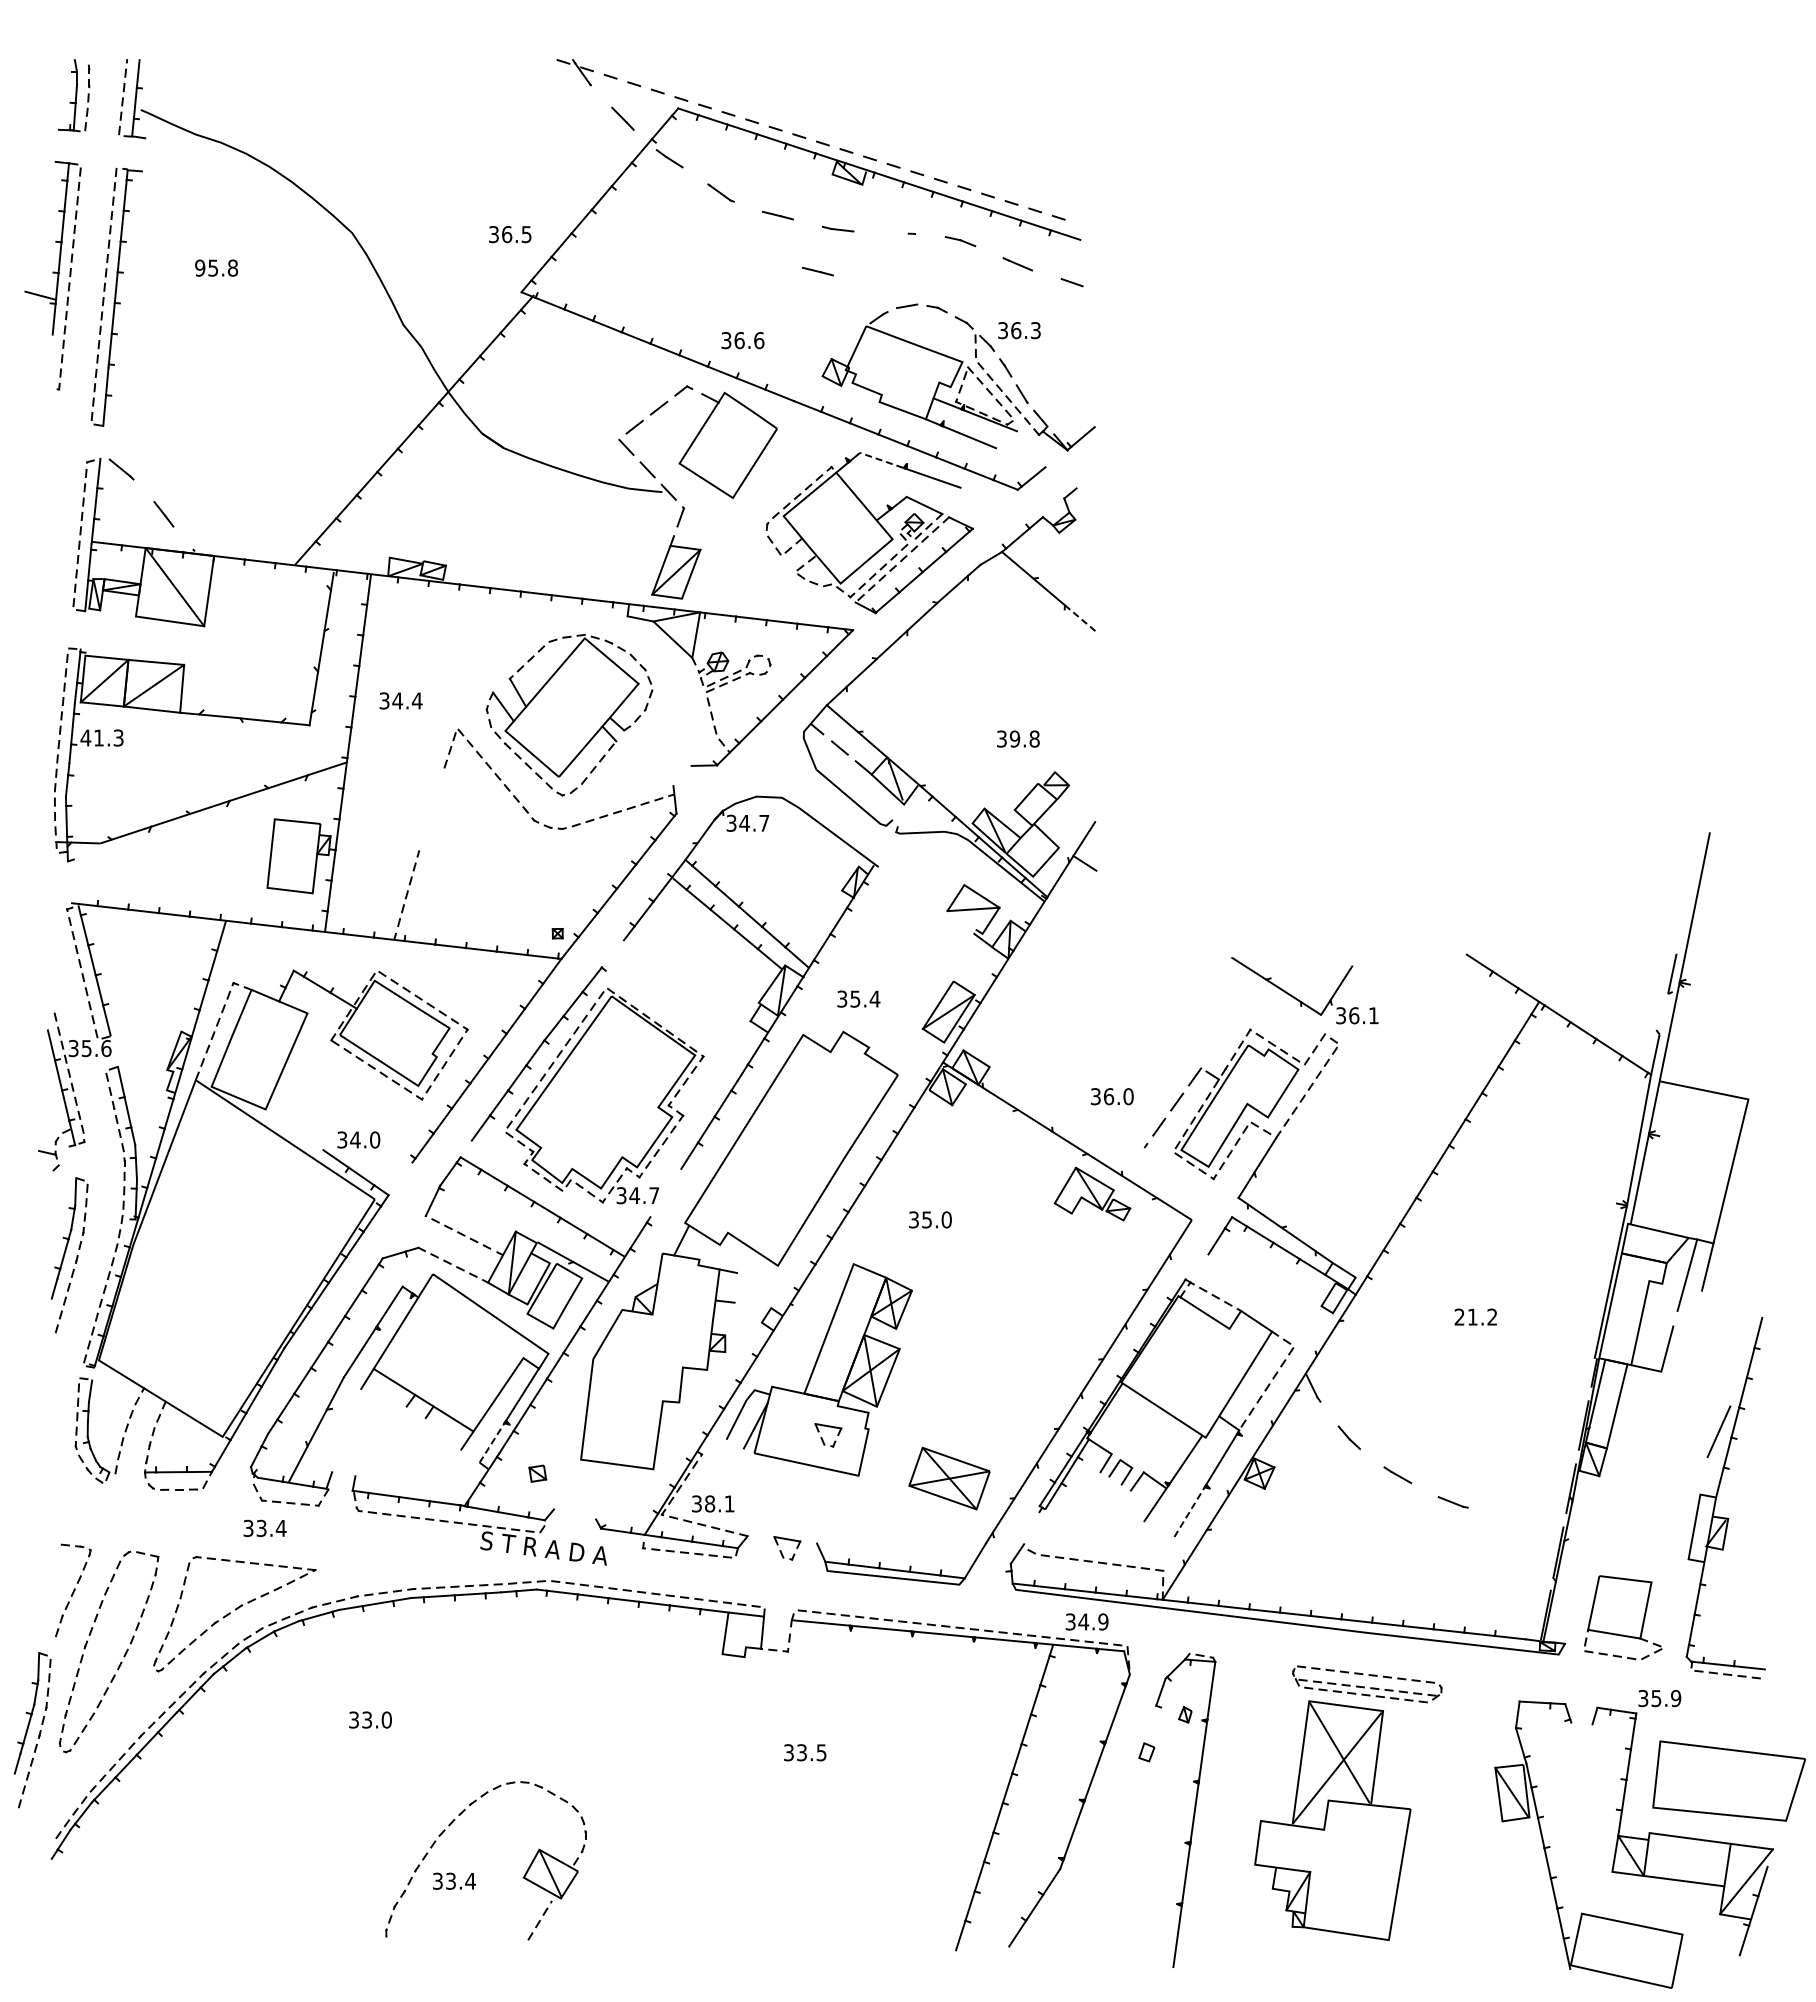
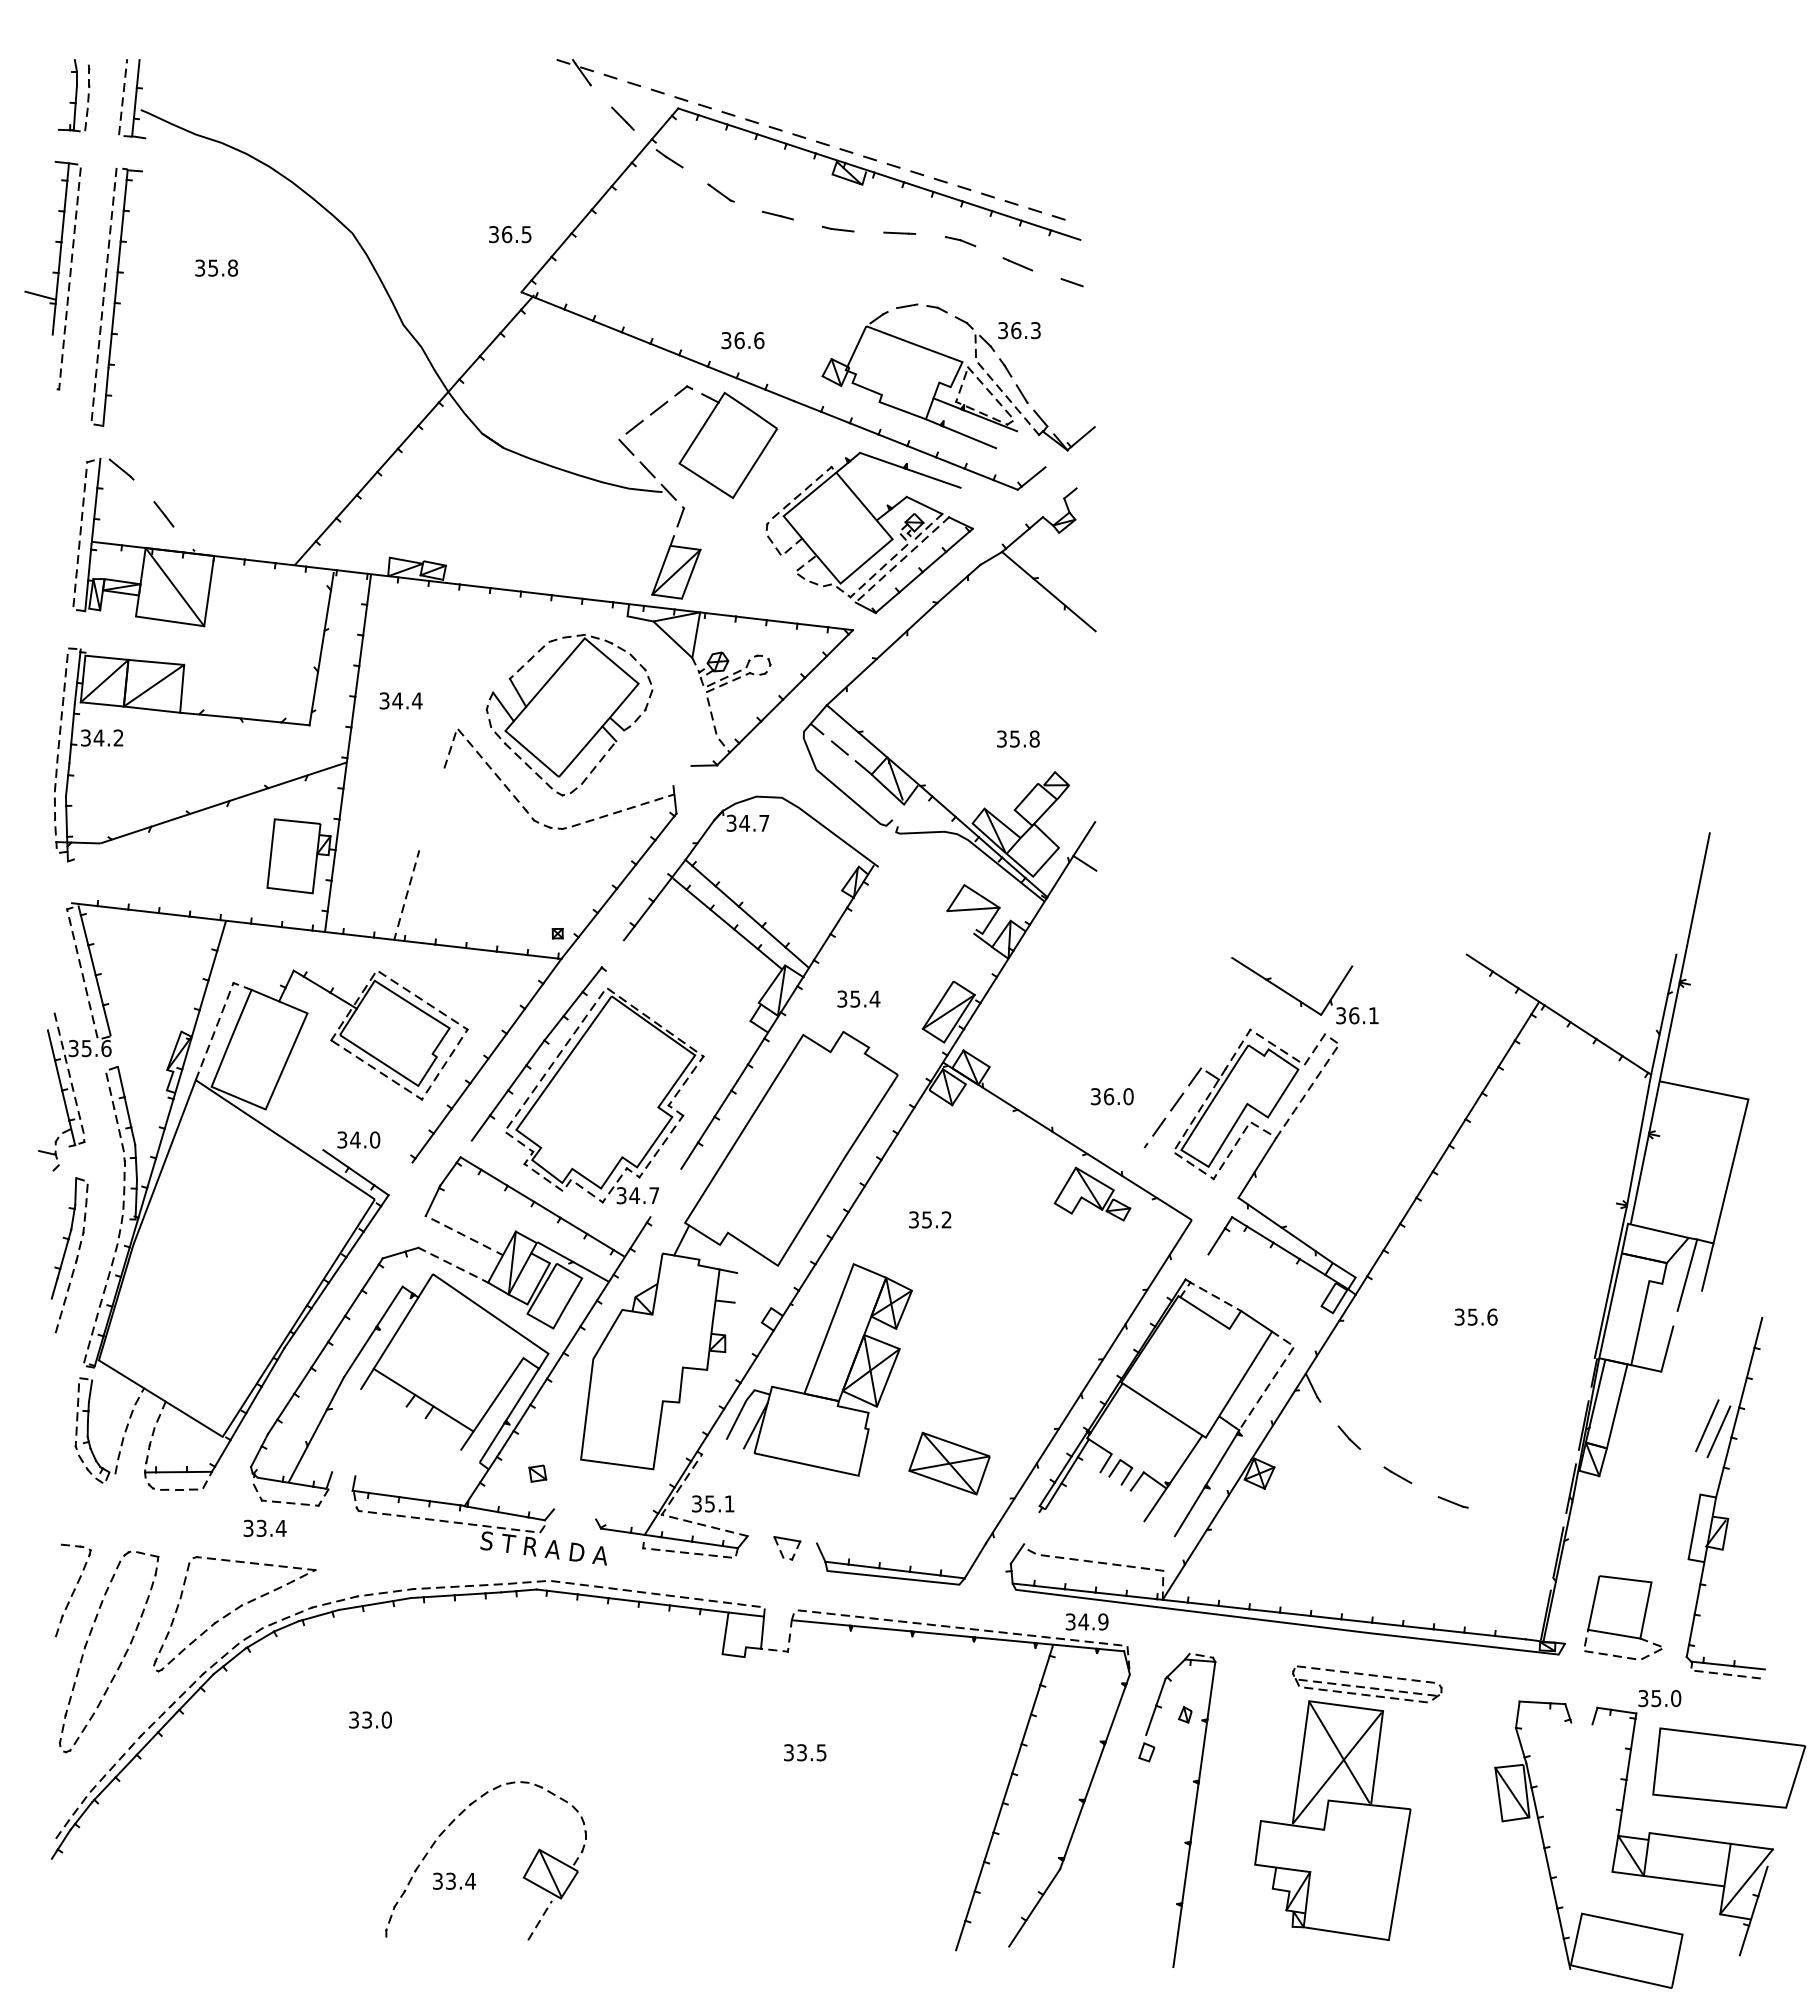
line at (896, 232): none -> present
text at (200, 267): 95.8 -> 35.8
line at (817, 271): present -> none
line at (881, 460): dashed -> solid
line at (1079, 617): dashed -> solid
text at (101, 737): 41.3 -> 34.2
text at (1014, 738): 39.8 -> 35.8
line at (1663, 1014): none -> present
text at (946, 1219): 35.0 -> 35.2
text at (1475, 1316): 21.2 -> 35.6
line at (1707, 1425): none -> present
part at (822, 1437): present -> none
line at (493, 1440): dashed -> solid
part at (949, 1478) position: (949, 1478) -> (949, 1463)
text at (710, 1503): 38.1 -> 35.1
line at (1190, 1509): dashed -> solid
text at (1676, 1698): 35.9 -> 35.0
line at (1151, 1720): none -> present
part at (32, 1730): present -> none
part at (1729, 1780) position: (1729, 1780) -> (1729, 1767)
